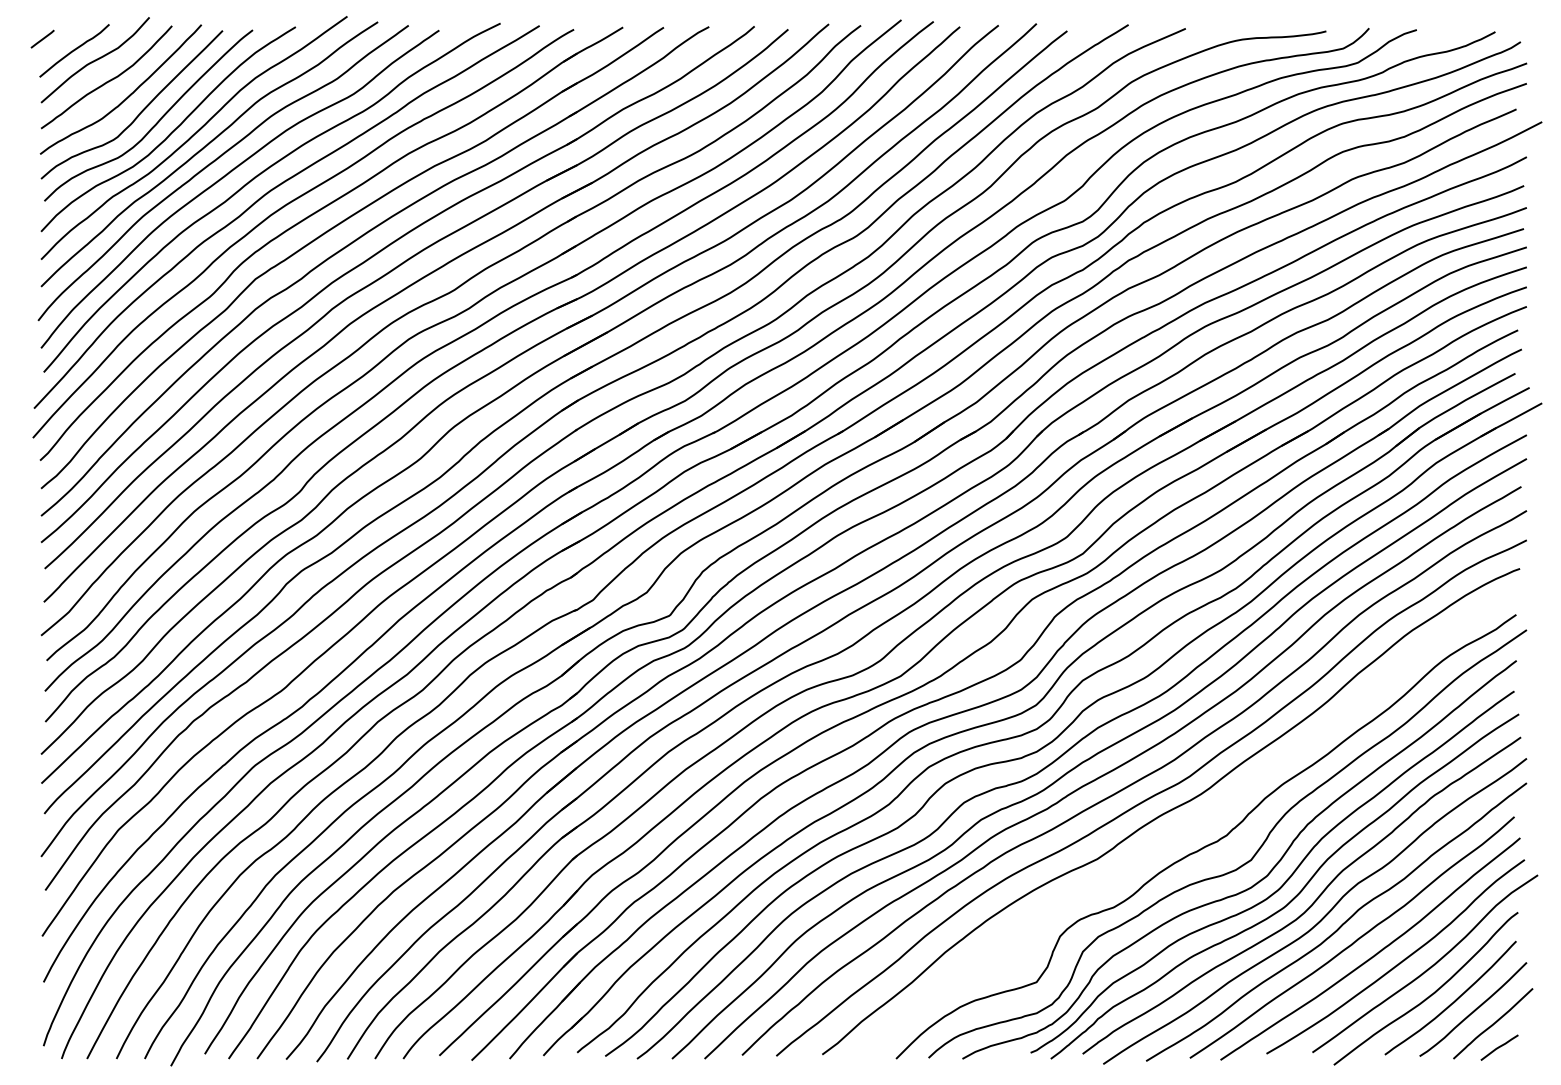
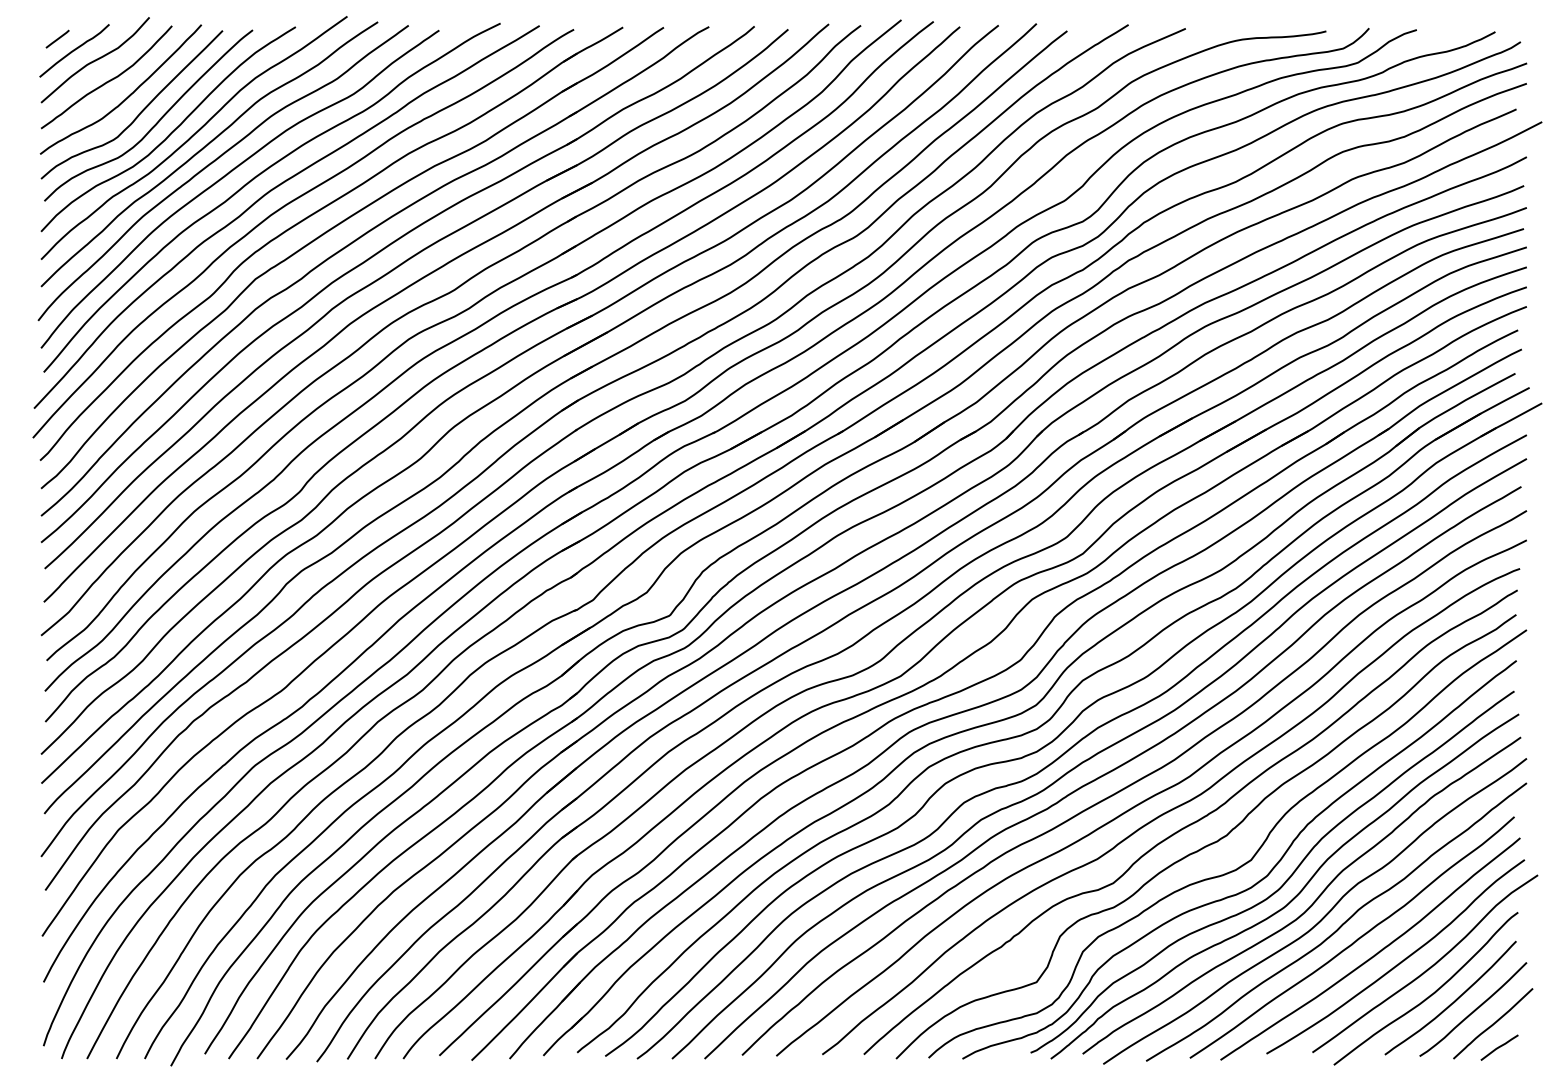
line at (42, 38) position: (42, 38) -> (57, 38)
curve at (1190, 823): none -> present
